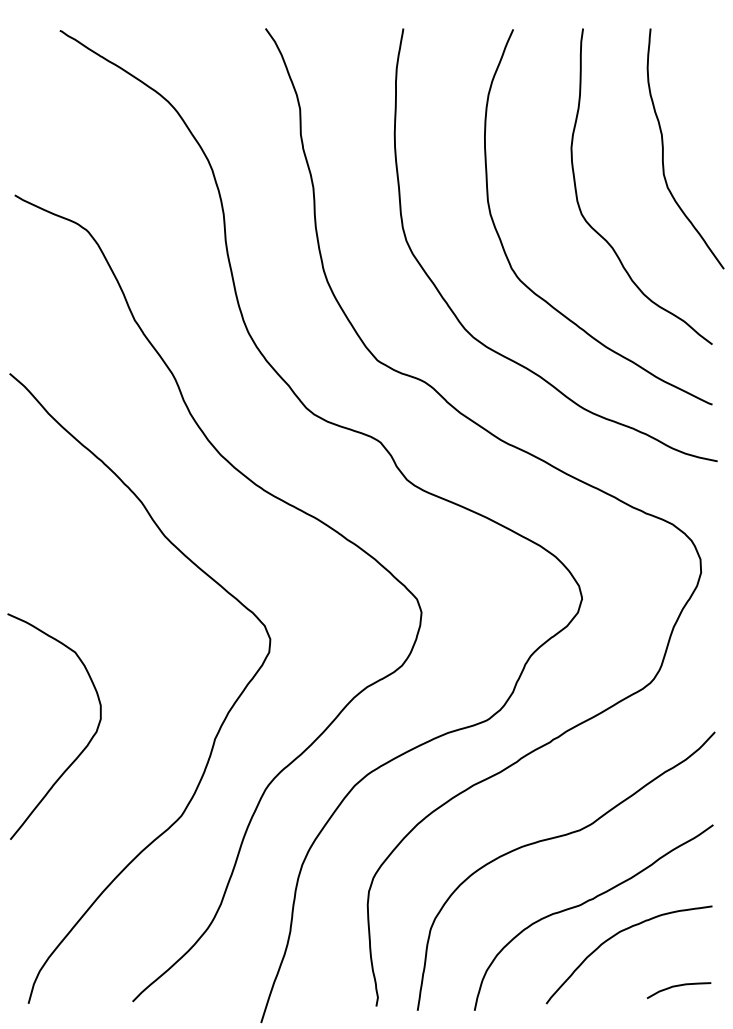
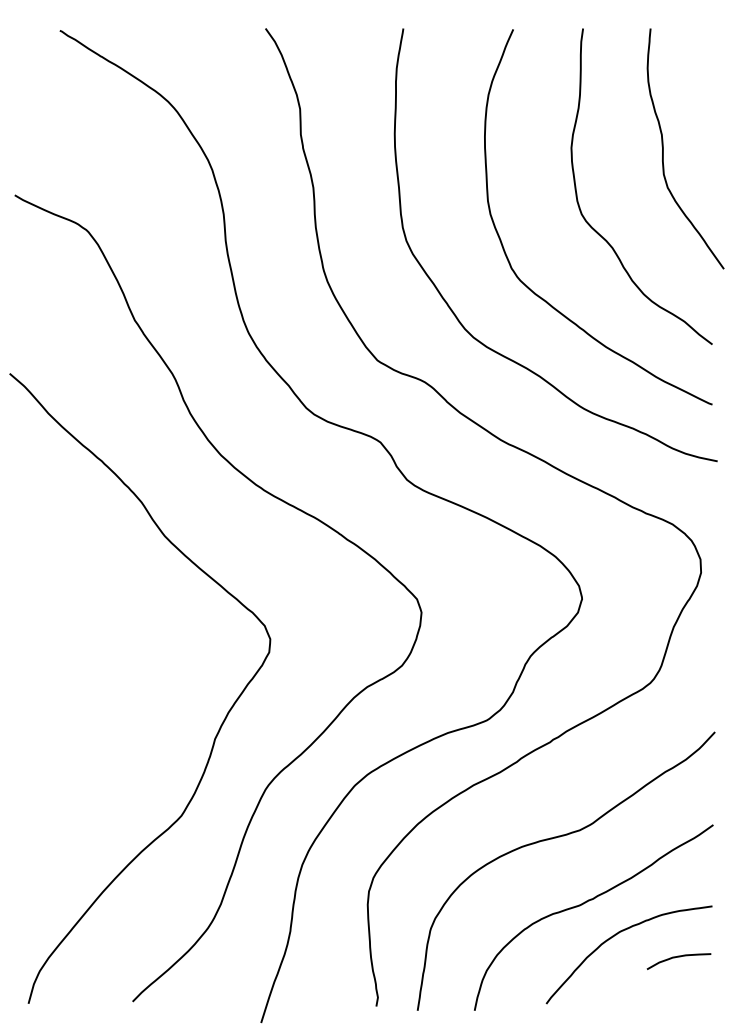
curve at (83, 748): present -> none
curve at (678, 986) position: (678, 986) -> (678, 957)
